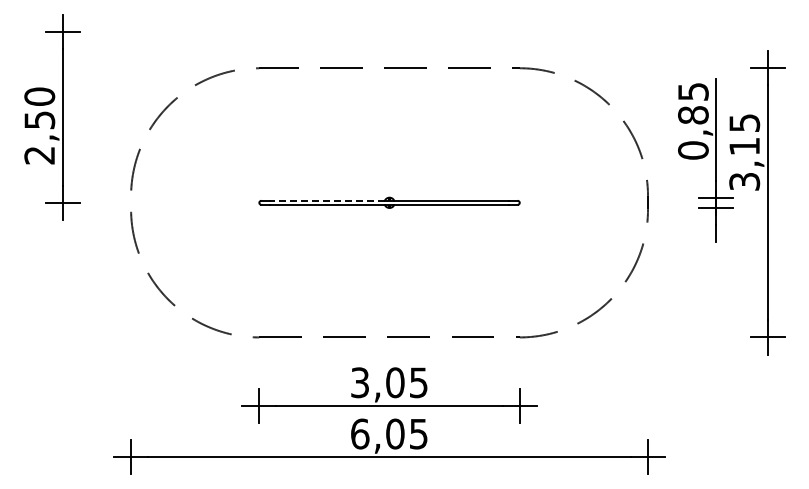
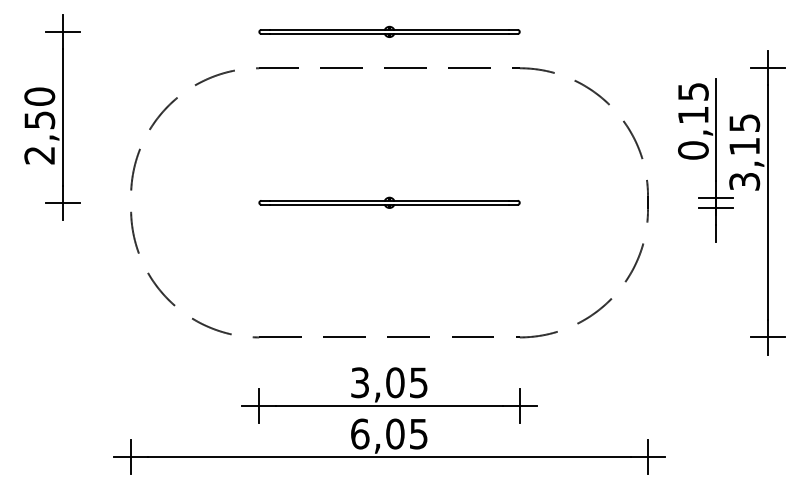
part at (389, 31): none -> present
text at (693, 115): 0,85 -> 0,15
line at (327, 200): dashed -> solid
